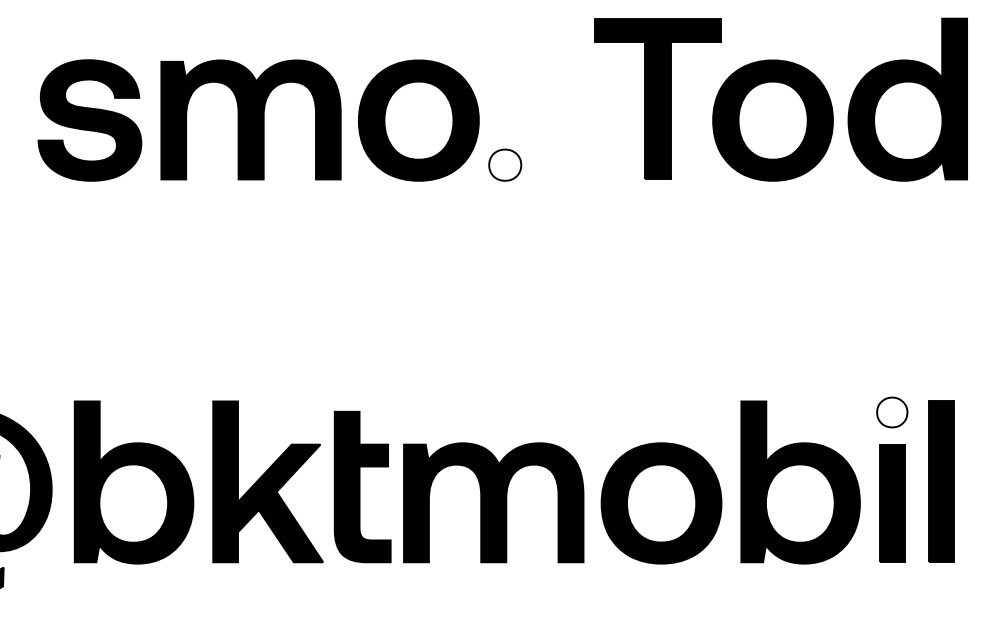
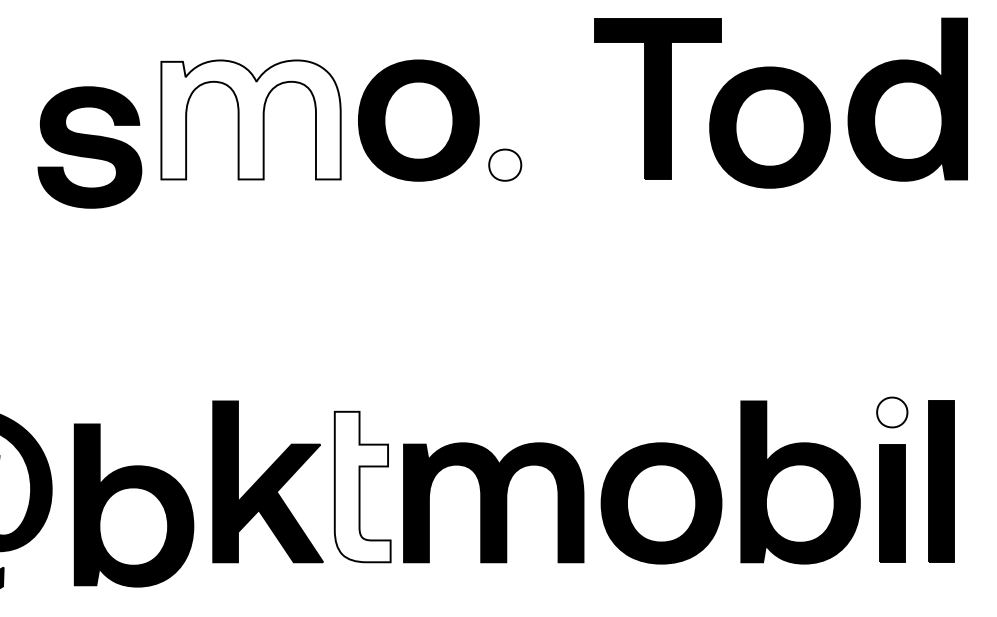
fill at (250, 119): present -> none
part at (89, 120) position: (89, 120) -> (89, 147)
part at (772, 120) position: (772, 120) -> (769, 127)
part at (133, 482) position: (133, 482) -> (133, 505)
fill at (362, 486): present -> none
